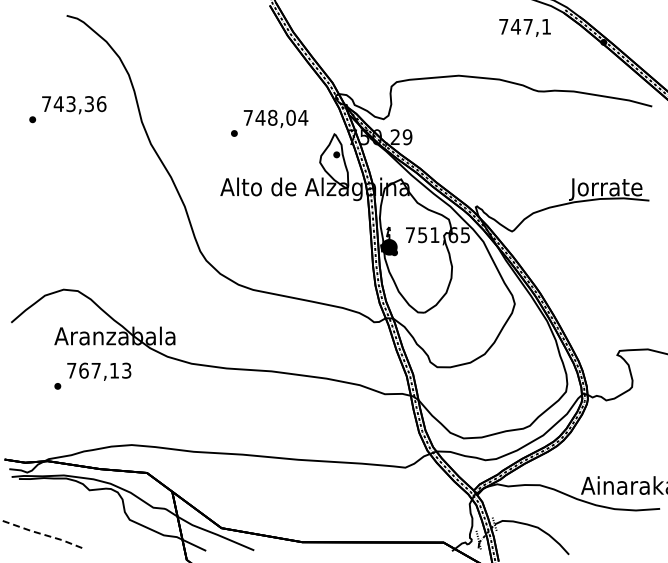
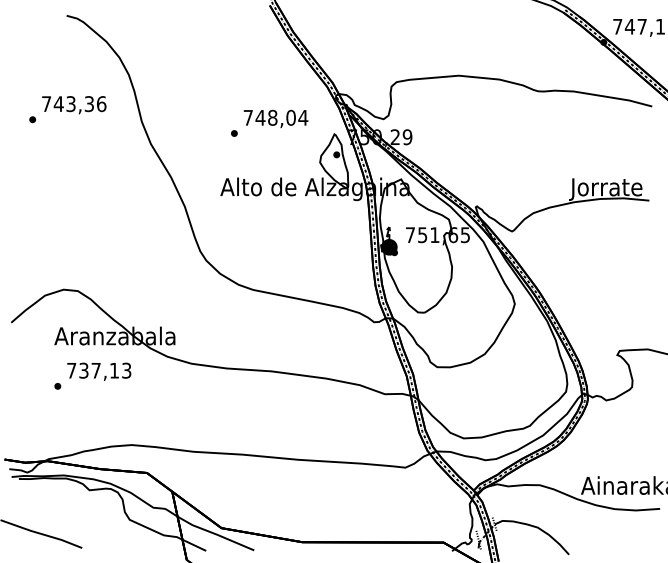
text at (524, 27) position: (524, 27) -> (638, 27)
text at (83, 370): 767,13 -> 737,13
line at (41, 533): dashed -> solid
